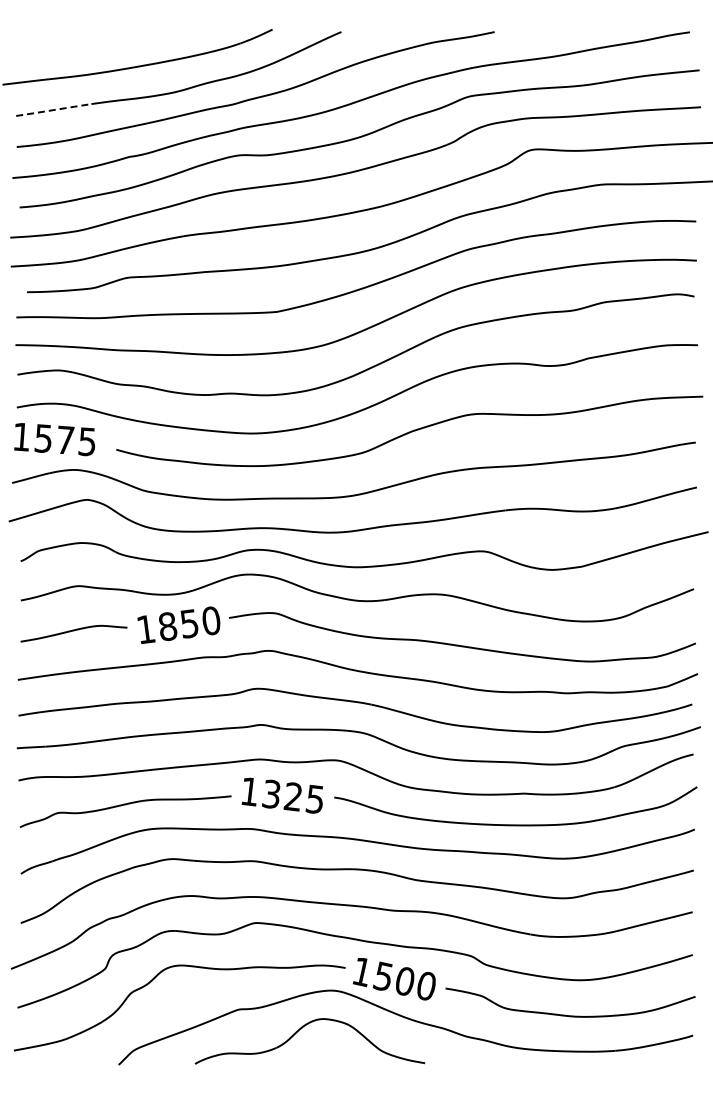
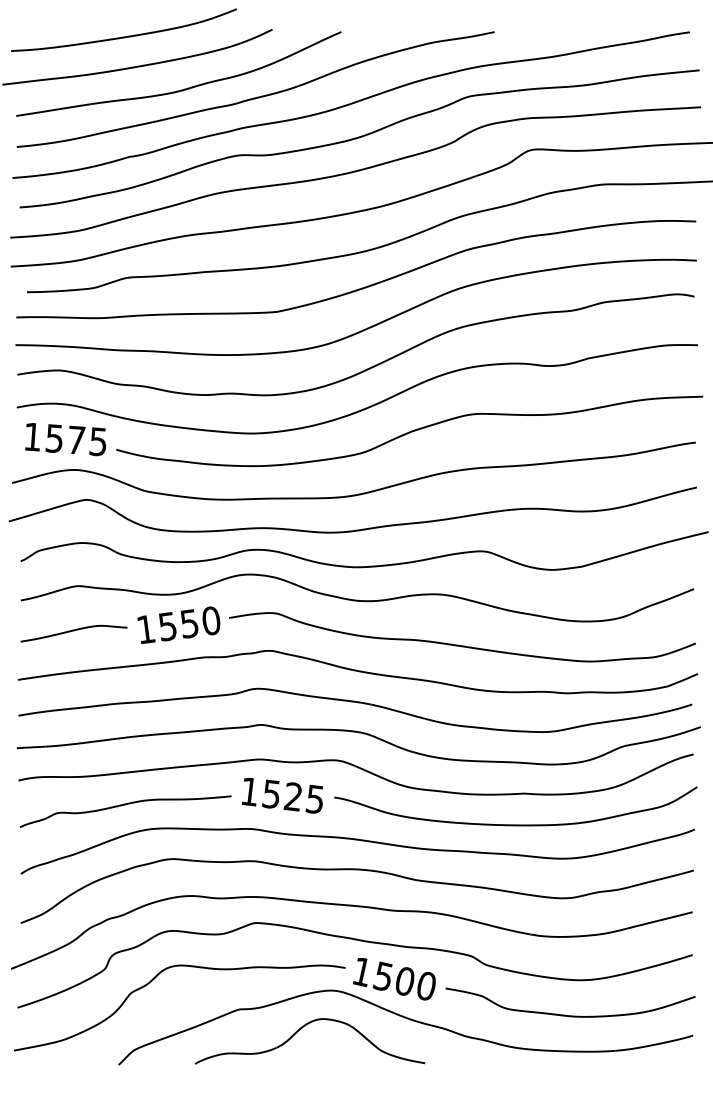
curve at (123, 36): none -> present
line at (53, 110): dashed -> solid
text at (54, 439) position: (54, 439) -> (65, 439)
text at (168, 626): 1850 -> 1550
text at (271, 793): 1325 -> 1525
